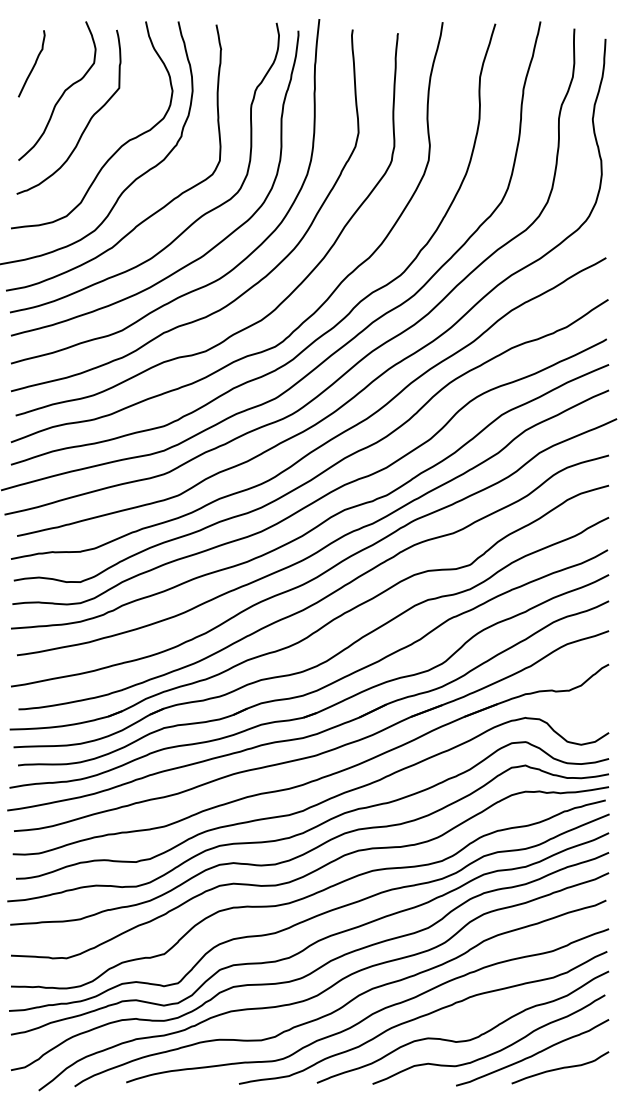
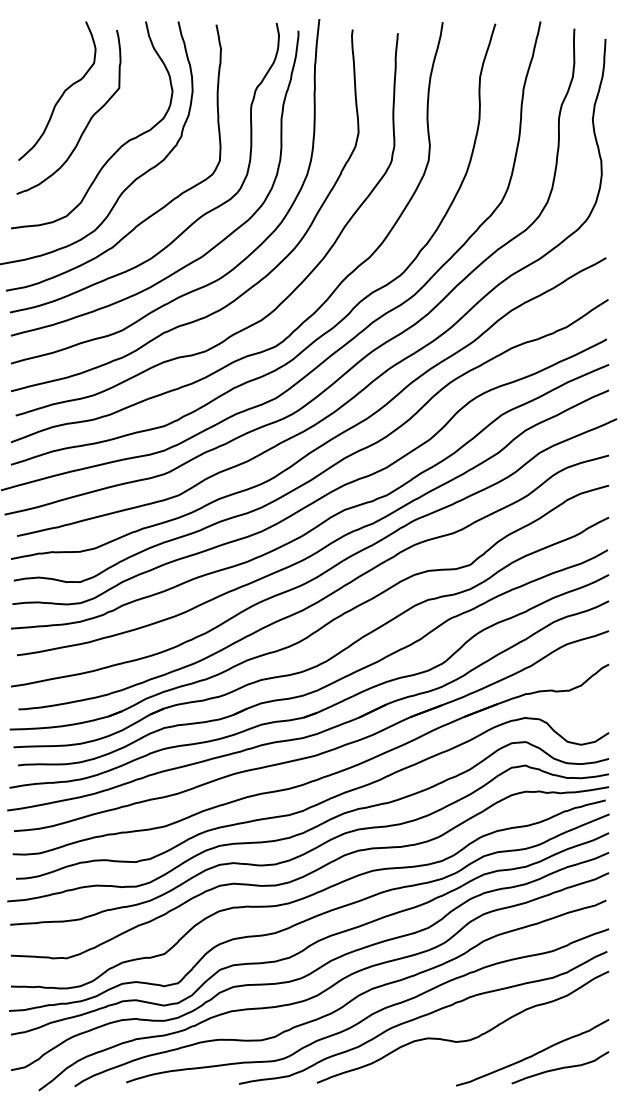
curve at (33, 64): present -> none
curve at (495, 1051): present -> none
